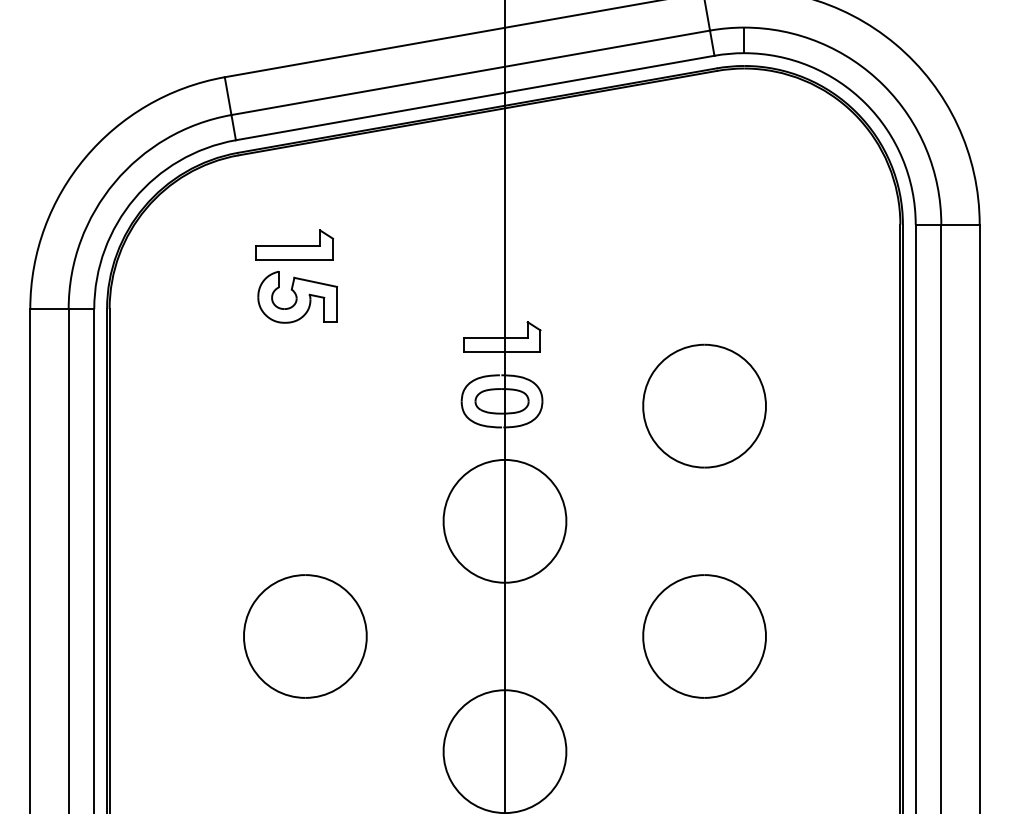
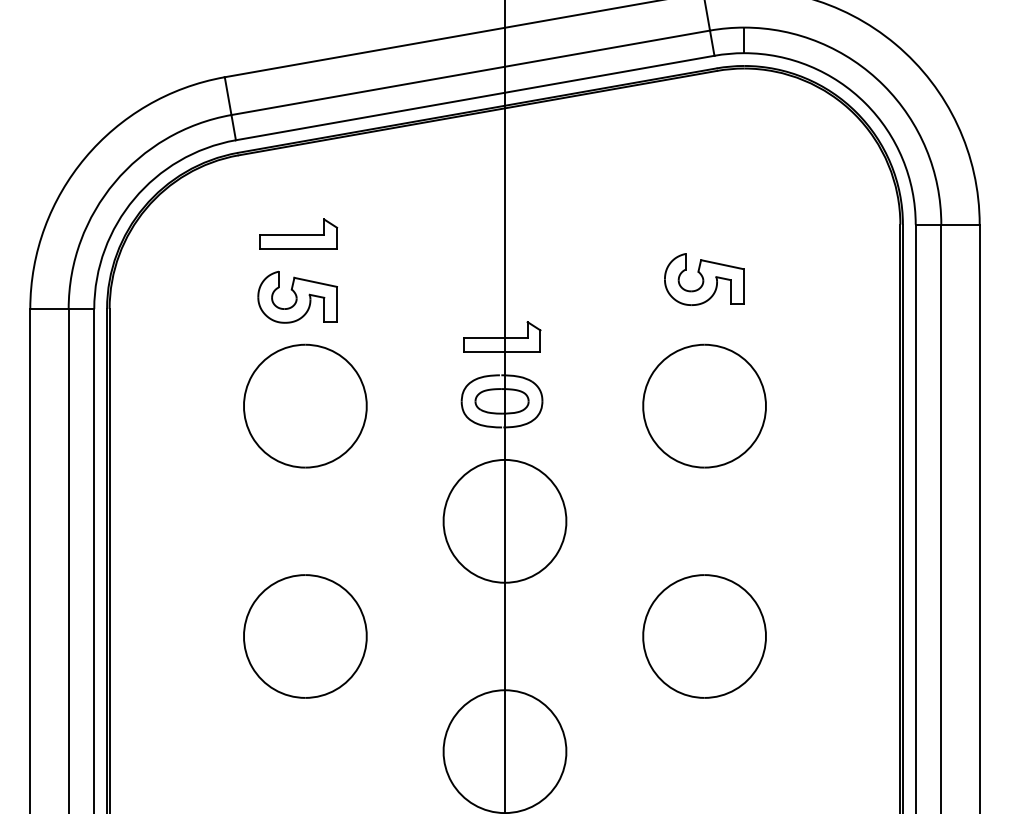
part at (294, 244) position: (294, 244) -> (298, 233)
part at (704, 279): none -> present
part at (305, 405): none -> present
